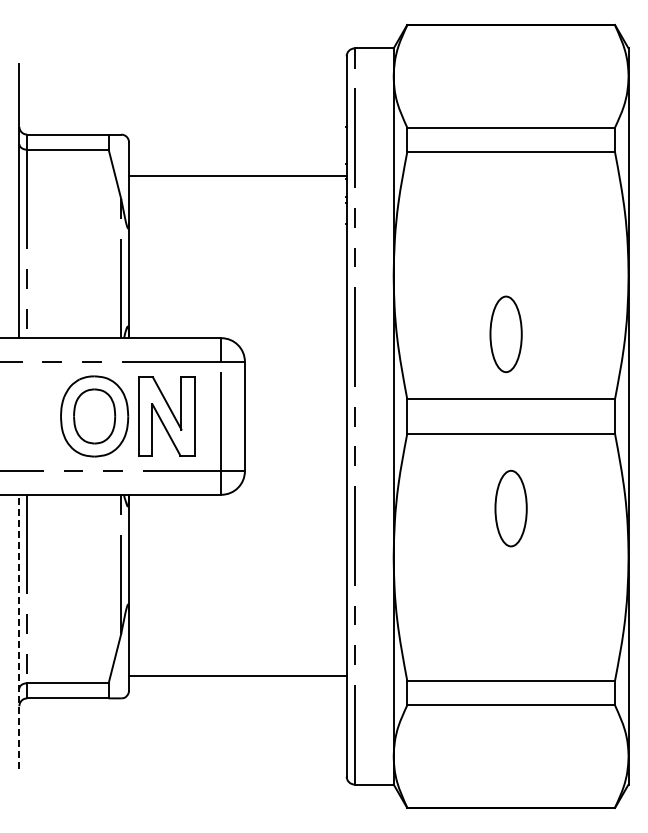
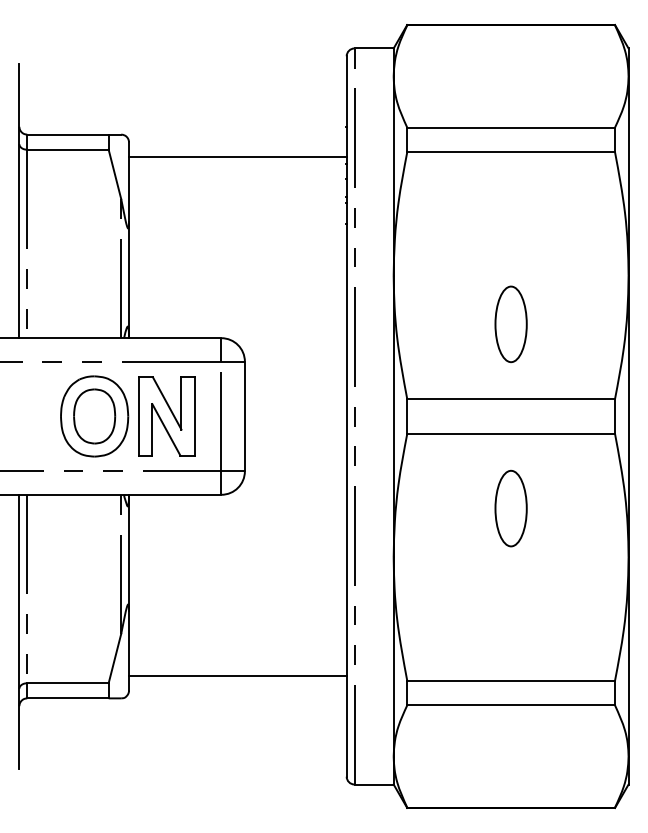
line at (237, 175) position: (237, 175) -> (237, 156)
part at (505, 334) position: (505, 334) -> (510, 324)
line at (19, 631): dashed -> solid
